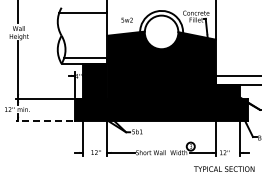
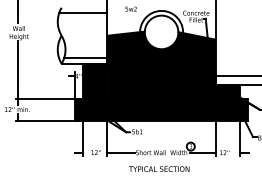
text at (126, 19) position: (126, 19) -> (130, 8)
line at (43, 120): dashed -> solid
text at (224, 168) position: (224, 168) -> (159, 168)
